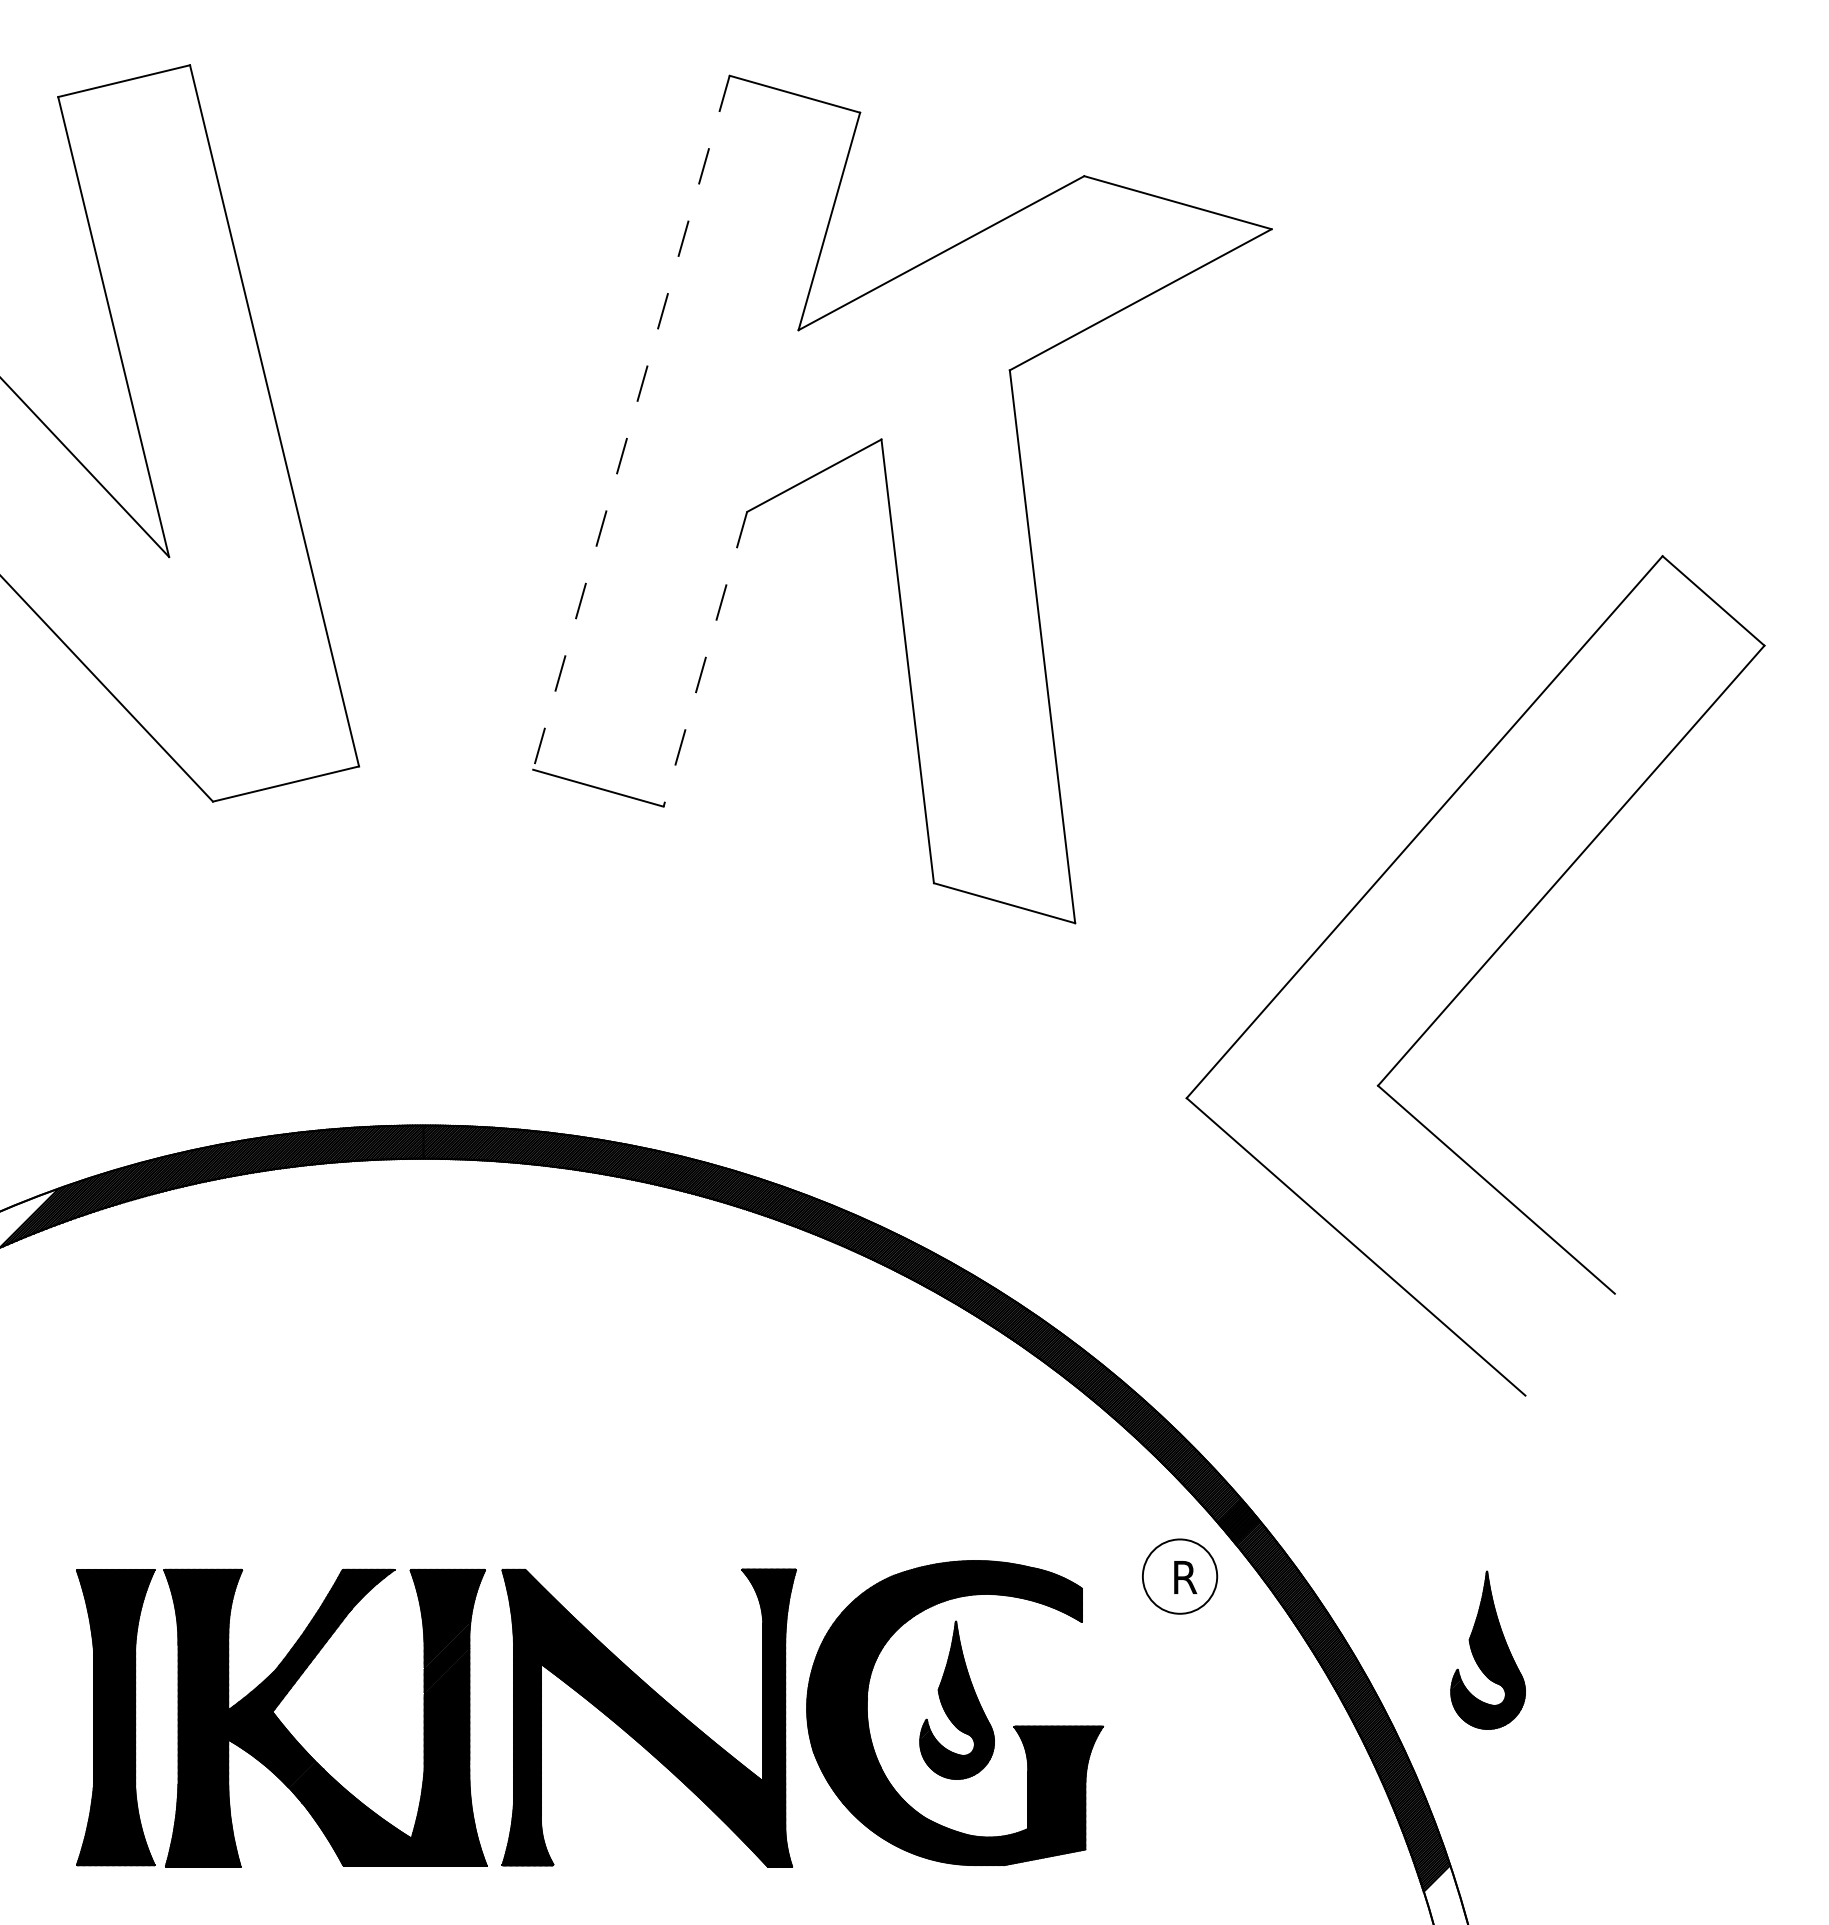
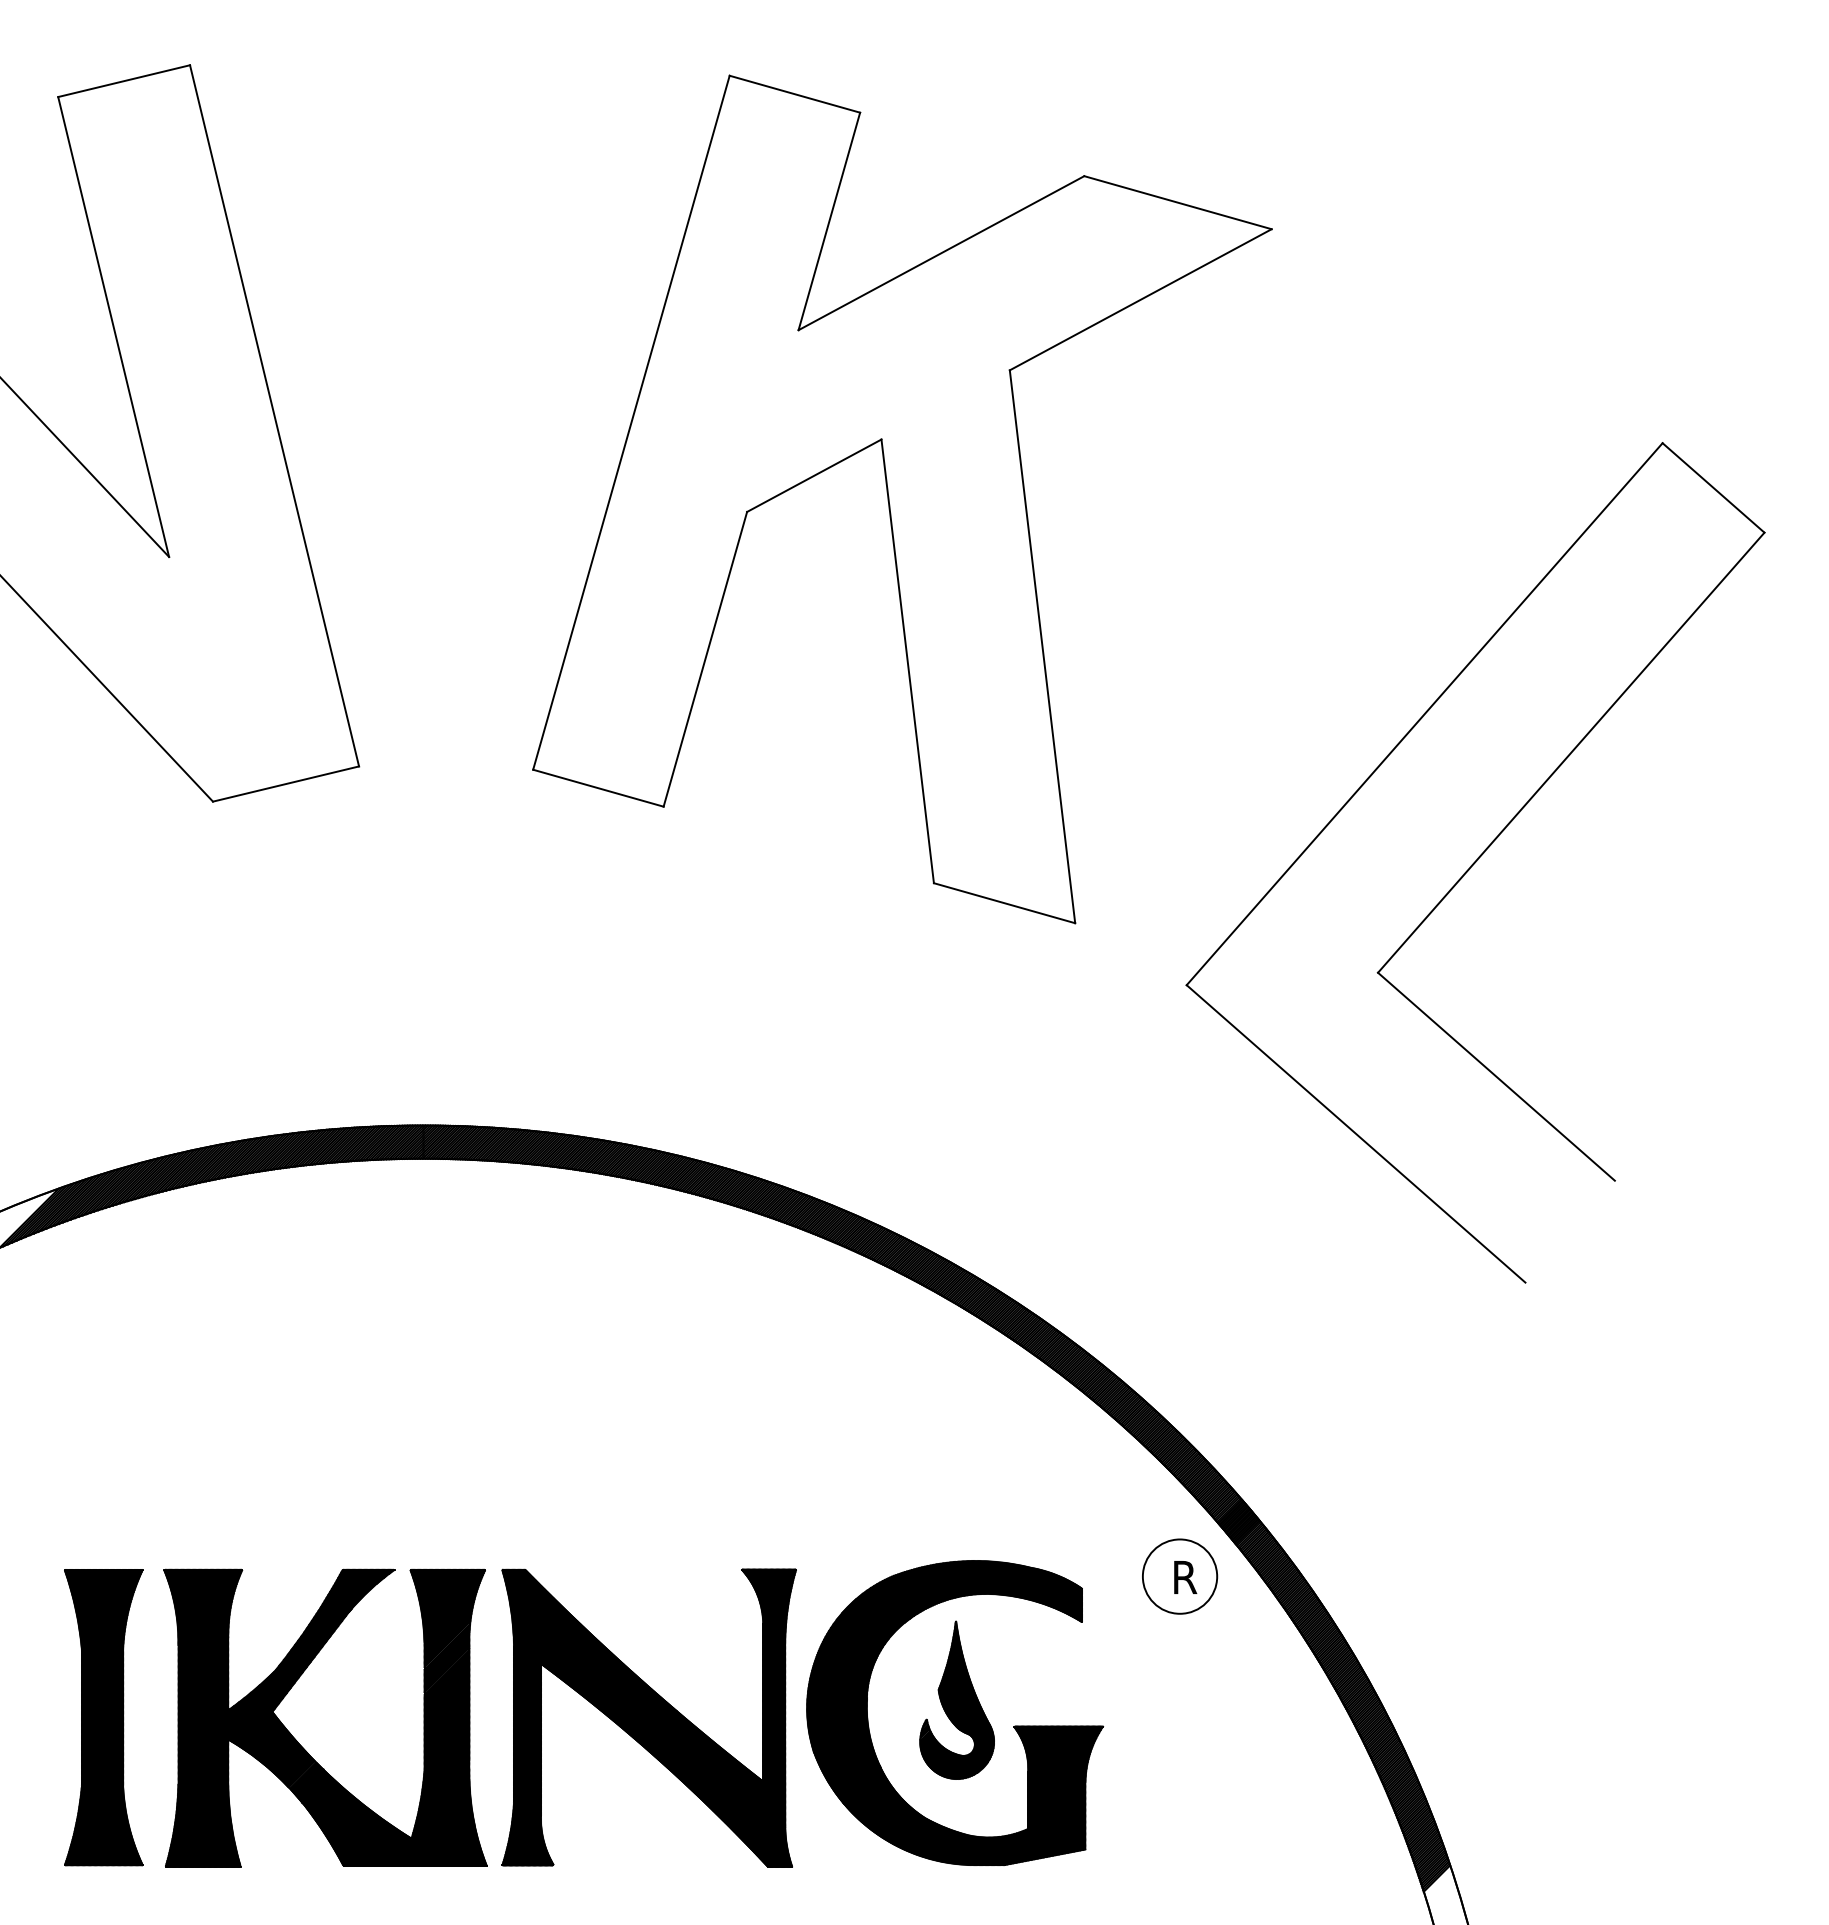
line at (631, 422): dashed -> solid
line at (705, 659): dashed -> solid
part at (1475, 975) position: (1475, 975) -> (1475, 862)
part at (1487, 1649): present -> none
part at (115, 1717) position: (115, 1717) -> (103, 1717)
